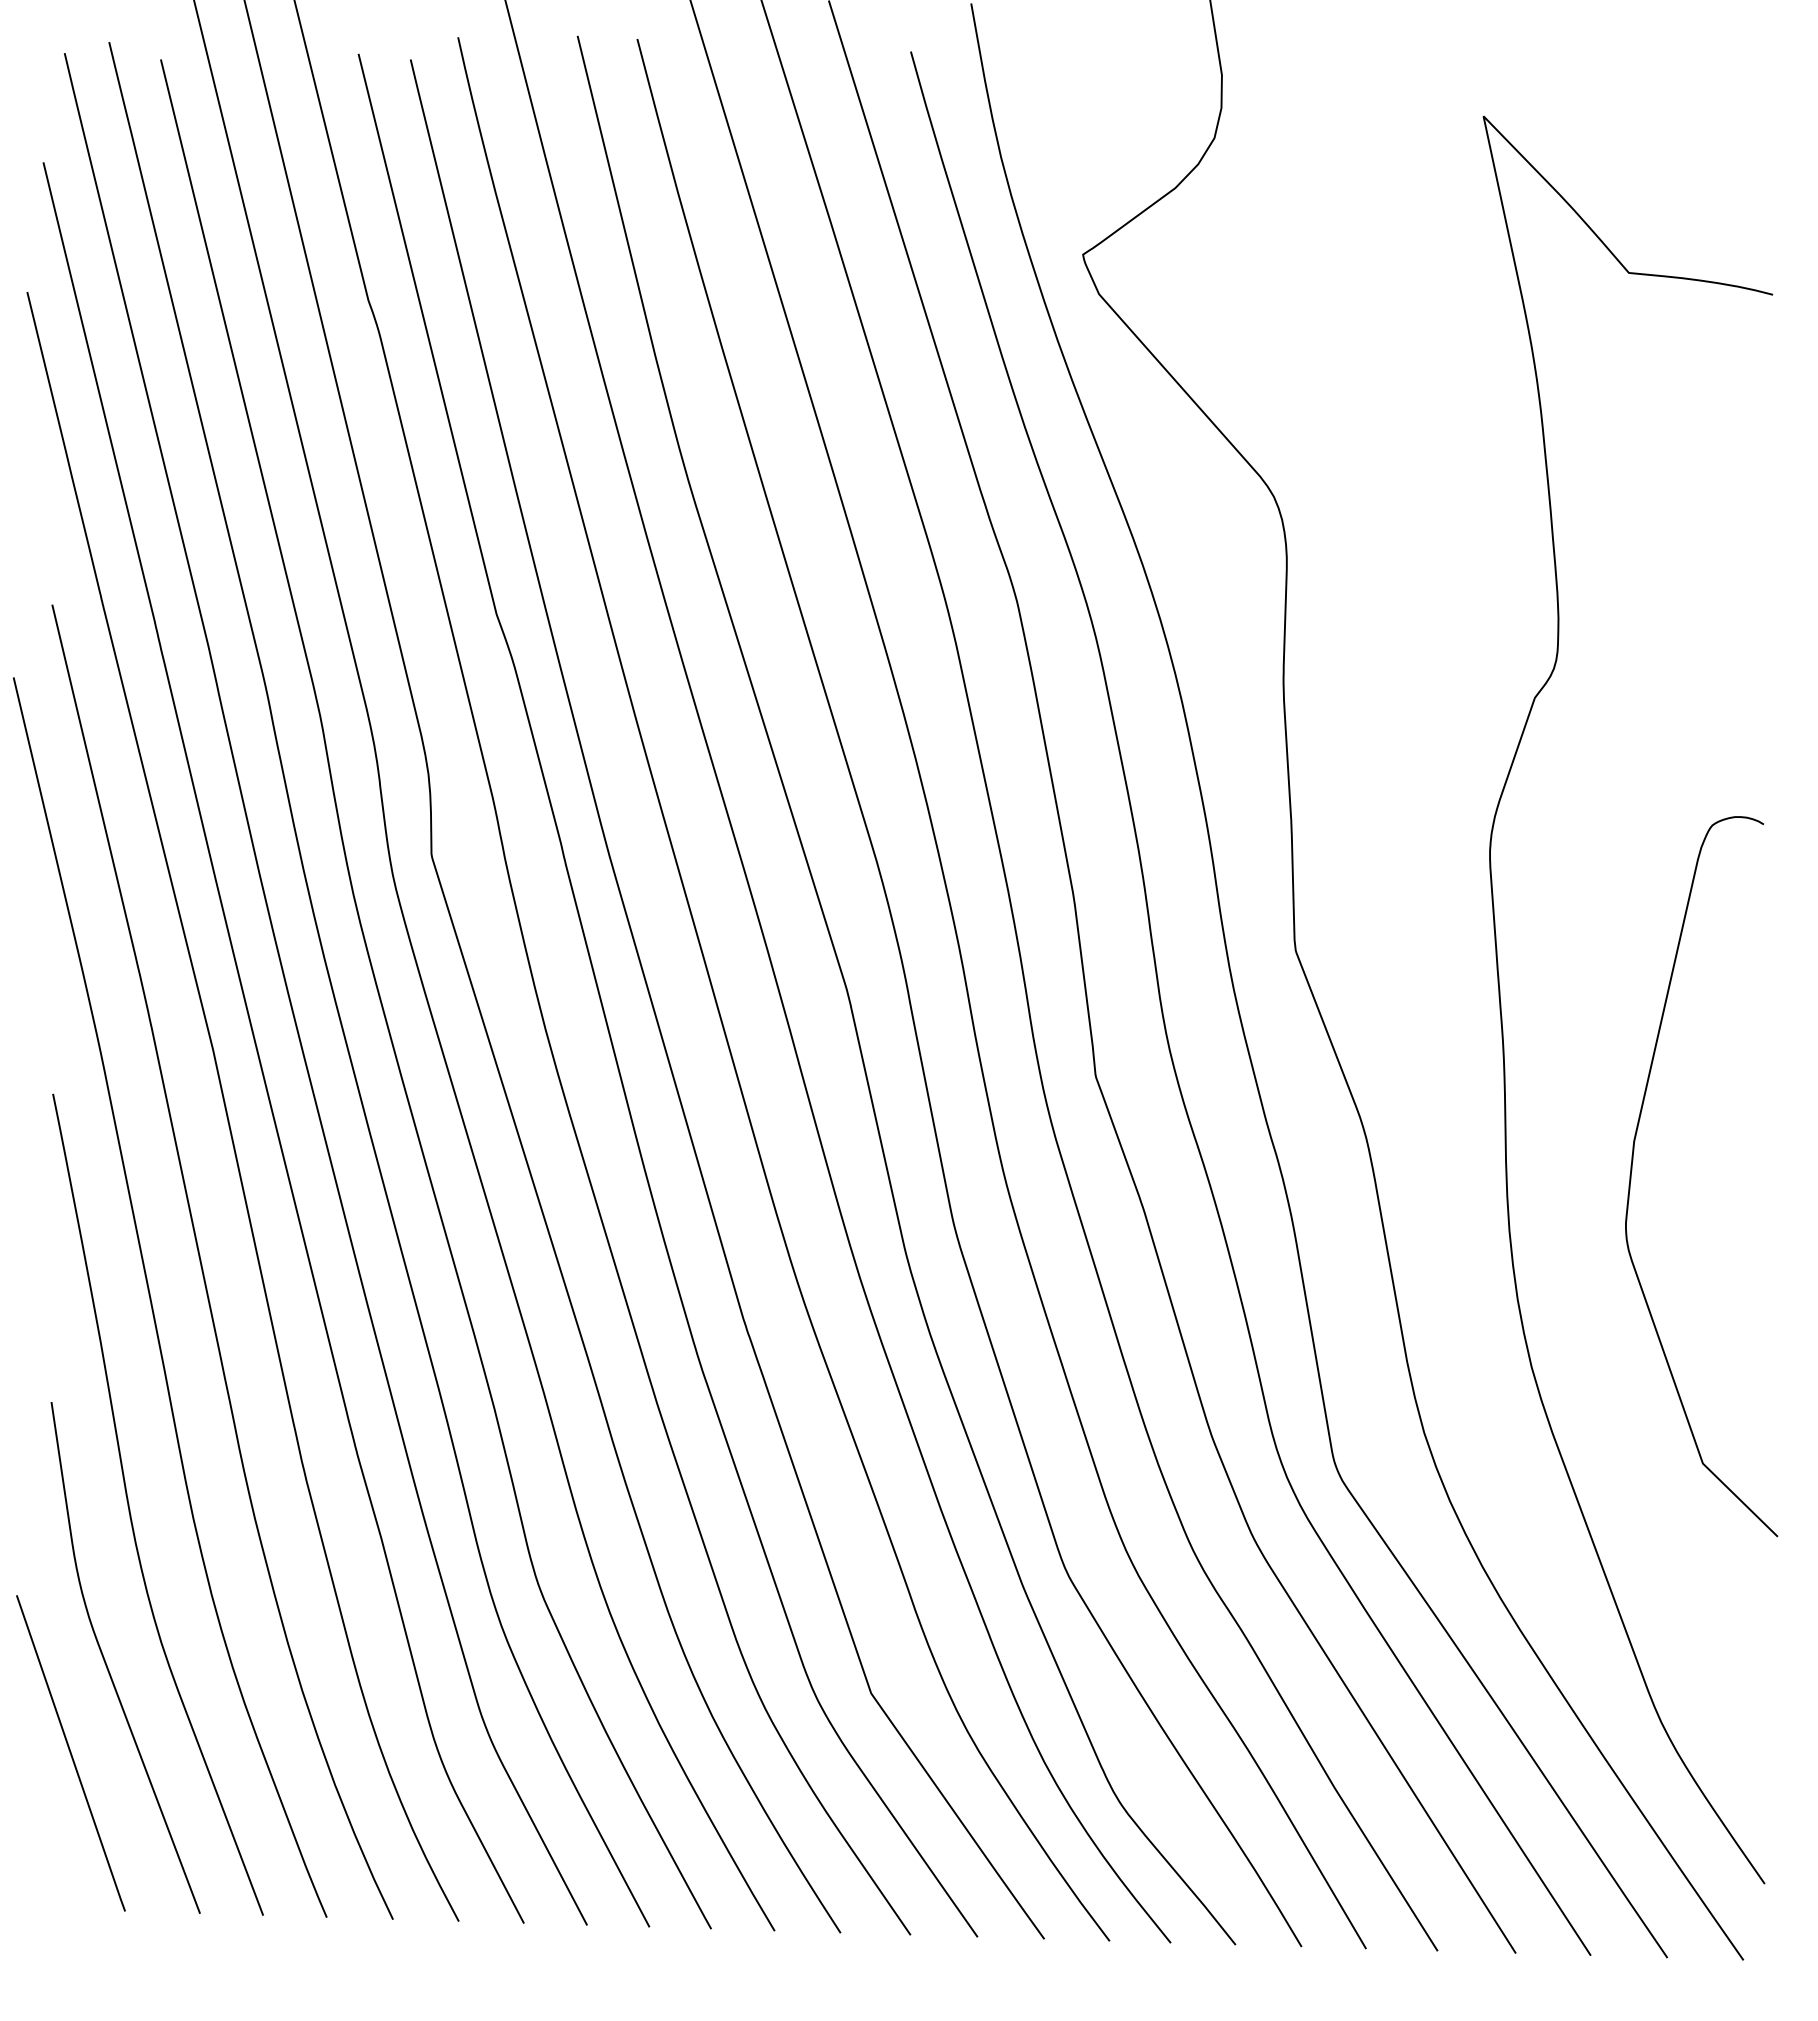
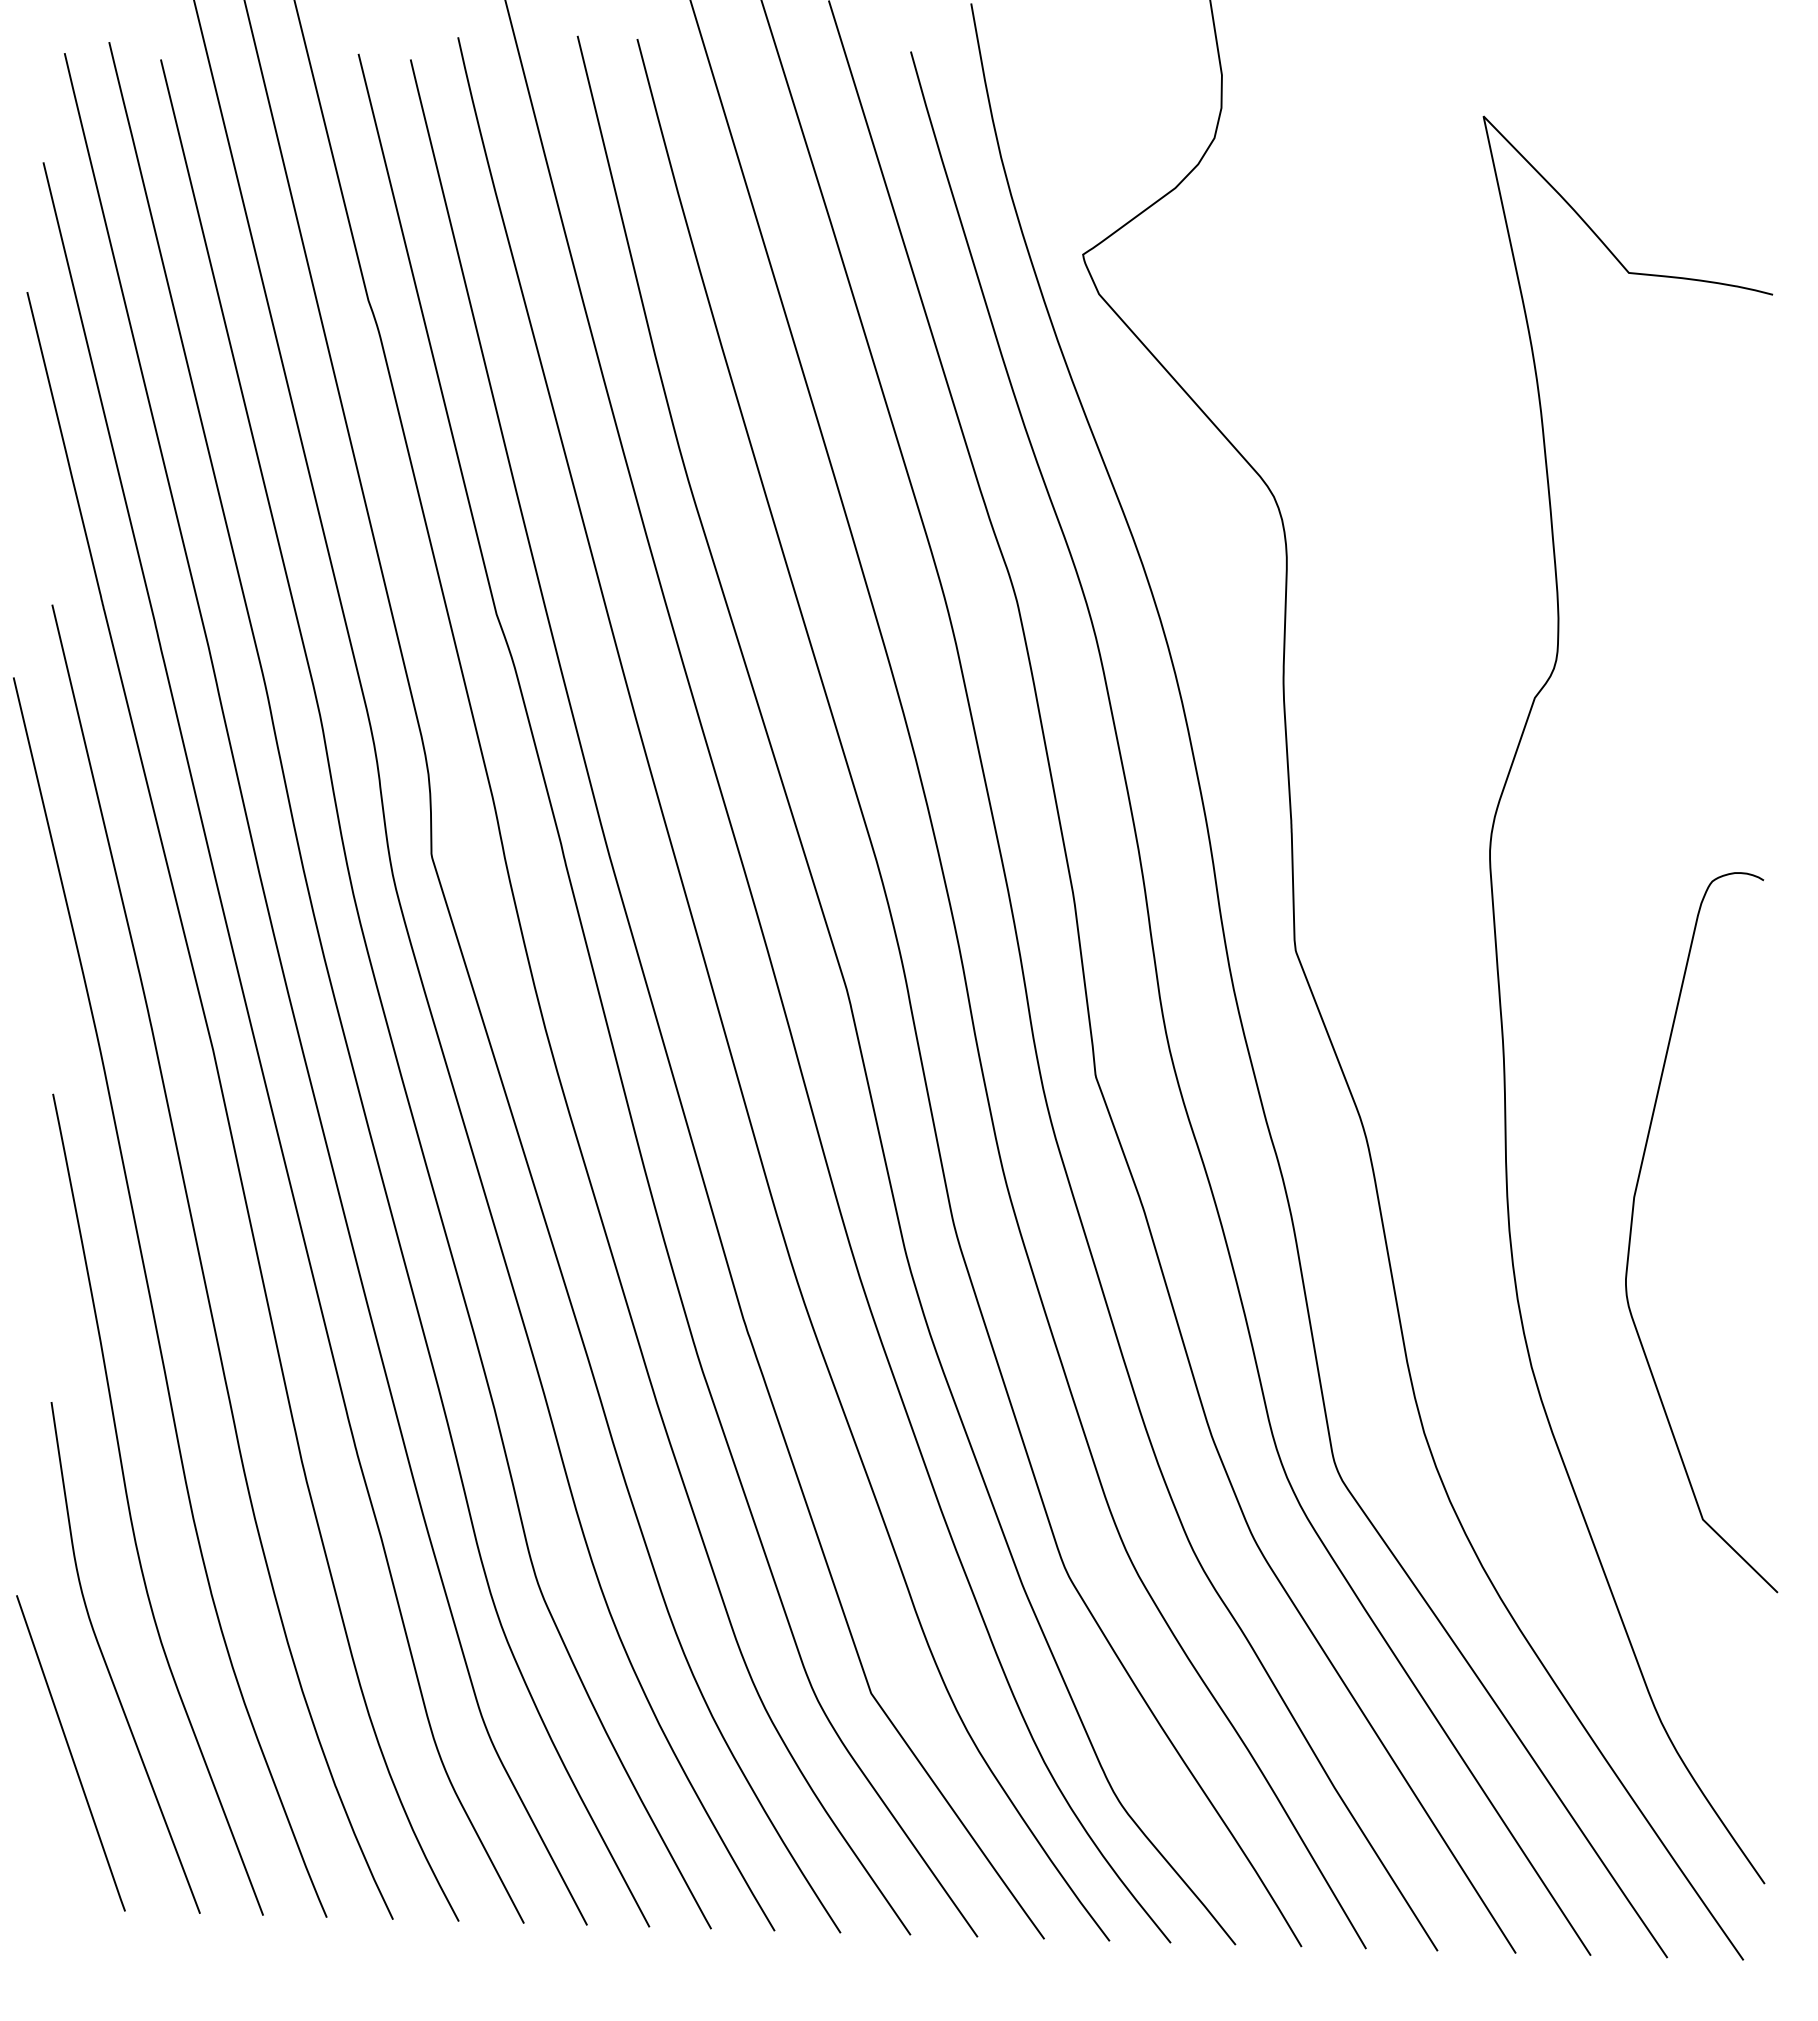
curve at (1632, 1170) position: (1632, 1170) -> (1632, 1226)
